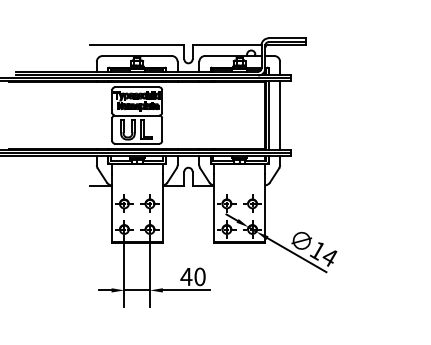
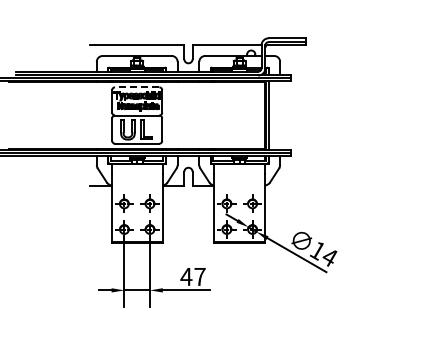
line at (136, 87): solid -> dashed
line at (280, 115): present -> none
text at (199, 276): 40 -> 47
